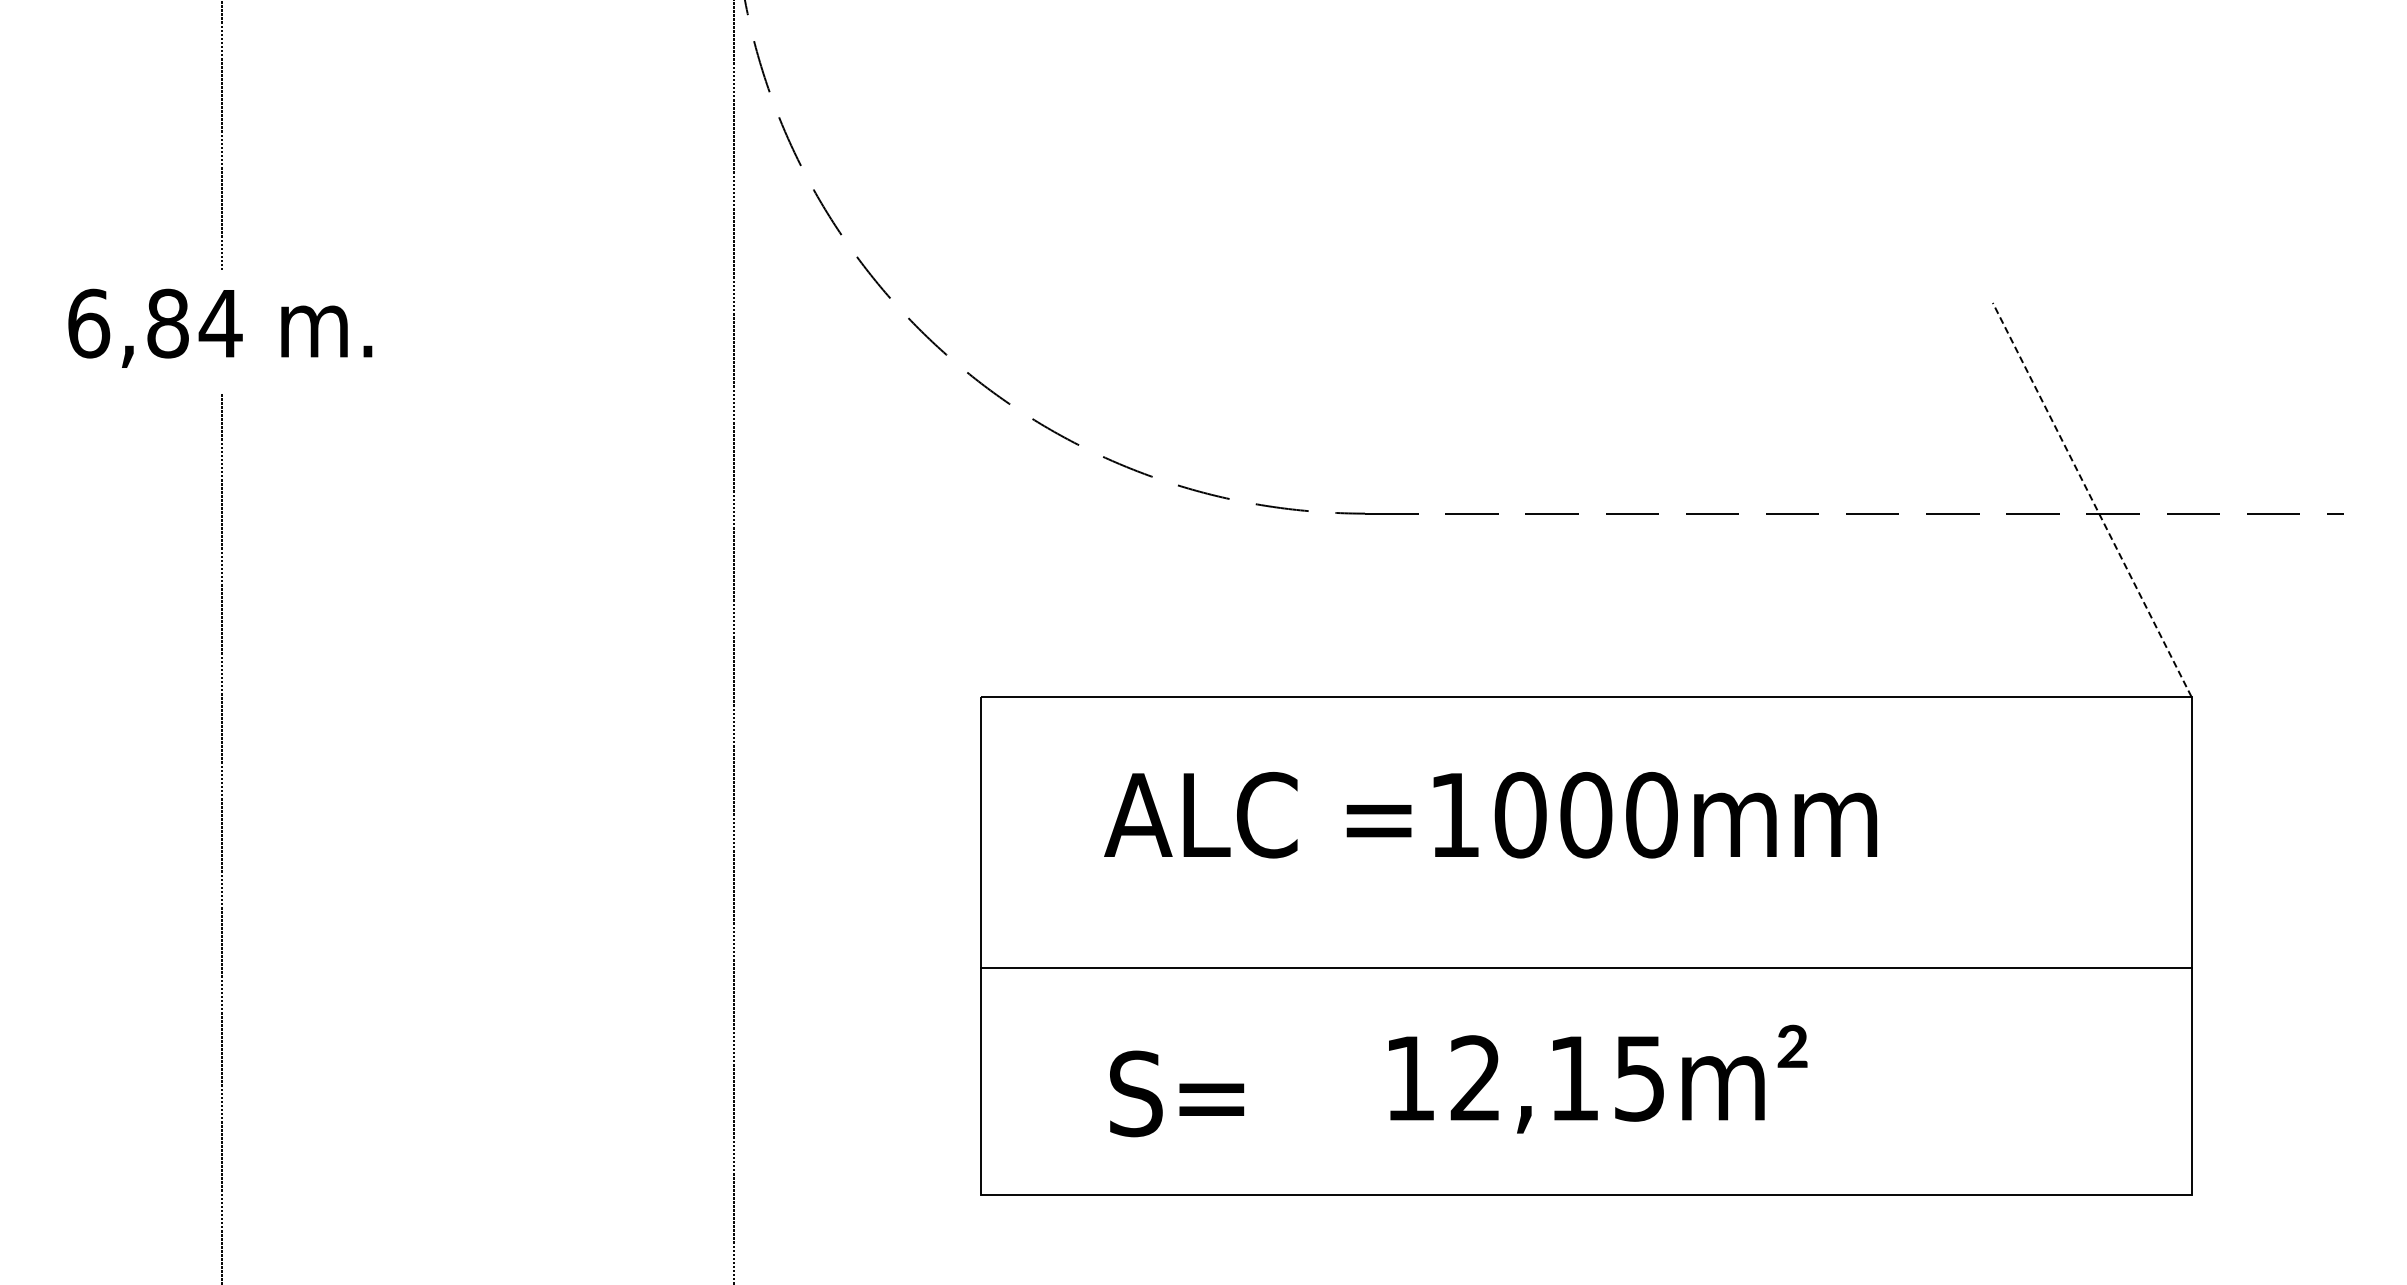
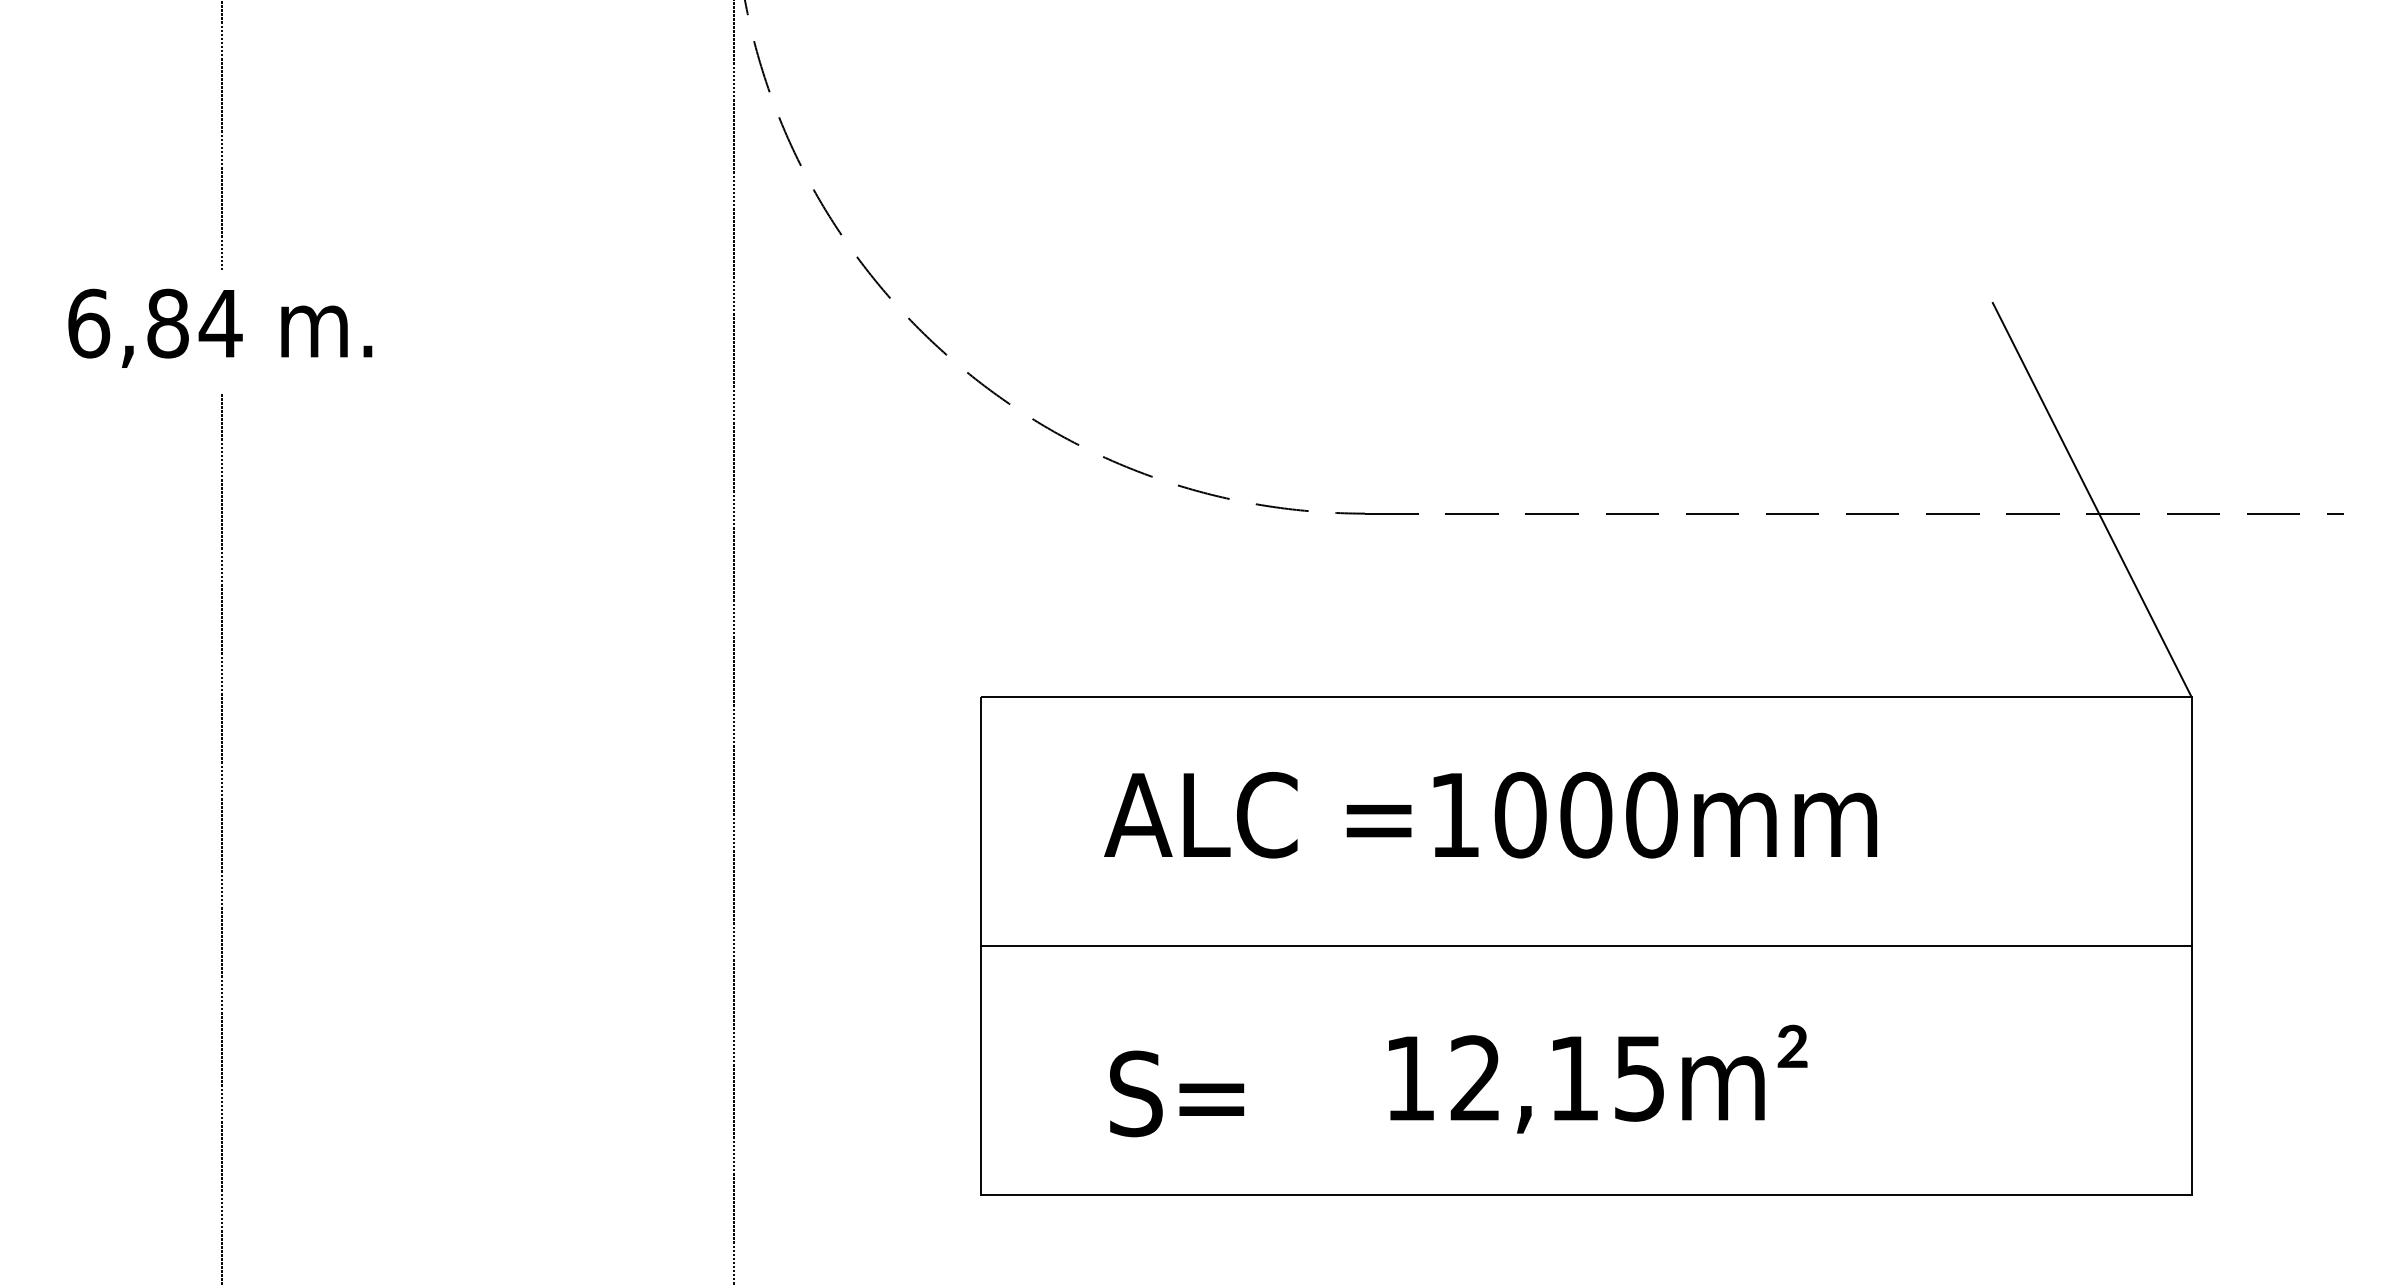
line at (2092, 499): dashed -> solid
line at (1585, 967) position: (1585, 967) -> (1585, 945)
